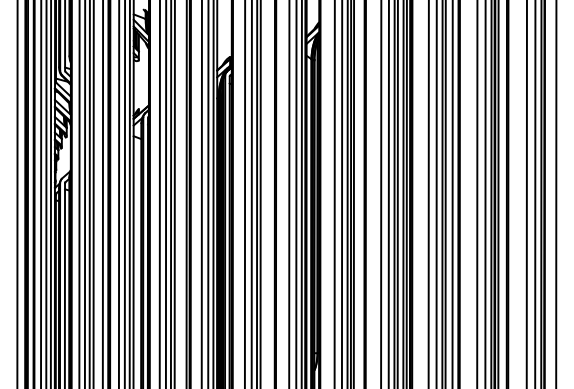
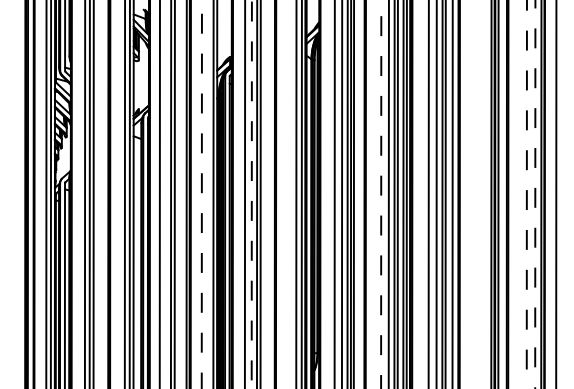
line at (17, 193): present -> none
line at (41, 193): present -> none
line at (79, 193): present -> none
line at (102, 193): present -> none
line at (118, 193): present -> none
line at (165, 193): present -> none
line at (208, 193): present -> none
line at (251, 193): solid -> dashed
line at (289, 193): present -> none
line at (477, 193): present -> none
line at (485, 193): present -> none
line at (201, 194): solid -> dashed
line at (381, 194): solid -> dashed
line at (526, 194): solid -> dashed
line at (535, 194): solid -> dashed
